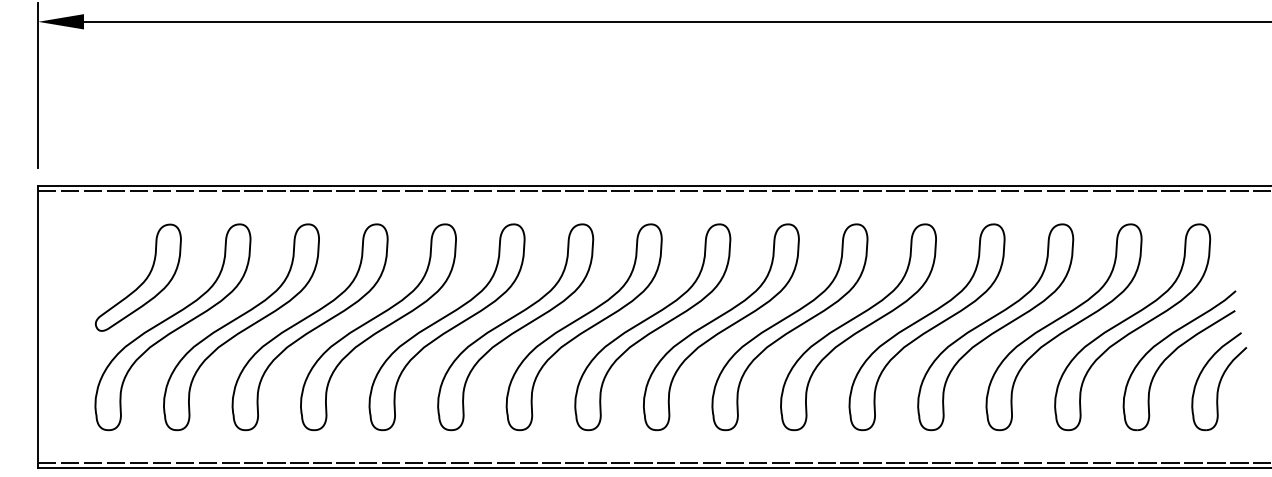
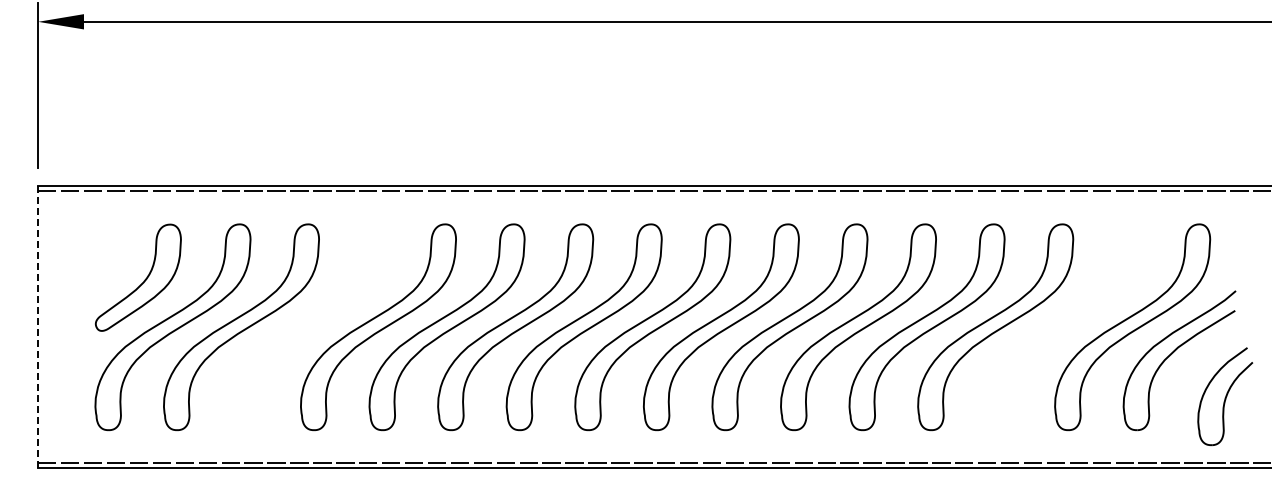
line at (38, 327): solid -> dashed
part at (309, 327): present -> none
part at (1063, 327): present -> none
part at (1219, 381) position: (1219, 381) -> (1225, 396)
